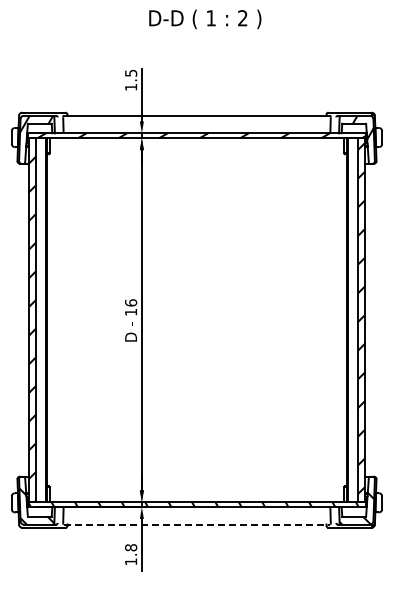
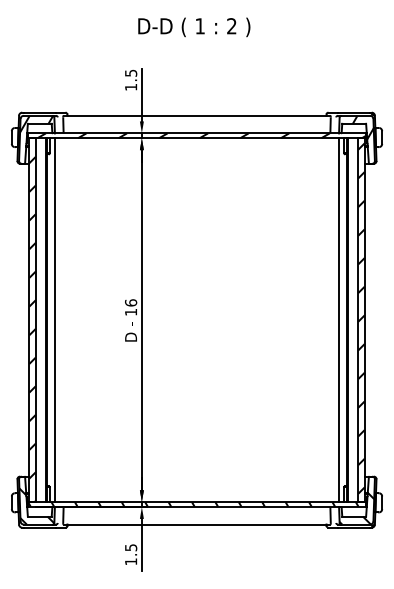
text at (205, 19) position: (205, 19) -> (194, 27)
line at (54, 320): none -> present
line at (339, 320): none -> present
line at (197, 524): dashed -> solid
text at (131, 547): 1.8 -> 1.5
